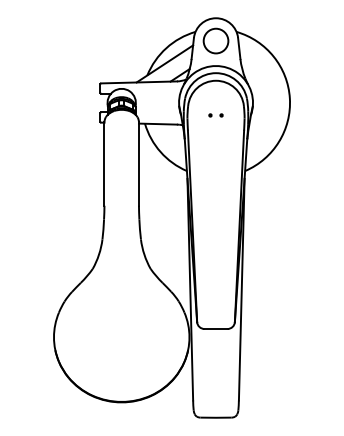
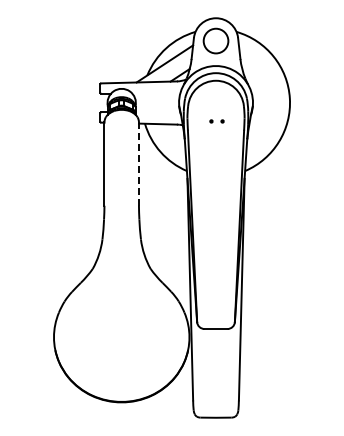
part at (215, 115) position: (215, 115) -> (216, 121)
line at (138, 163): solid -> dashed
